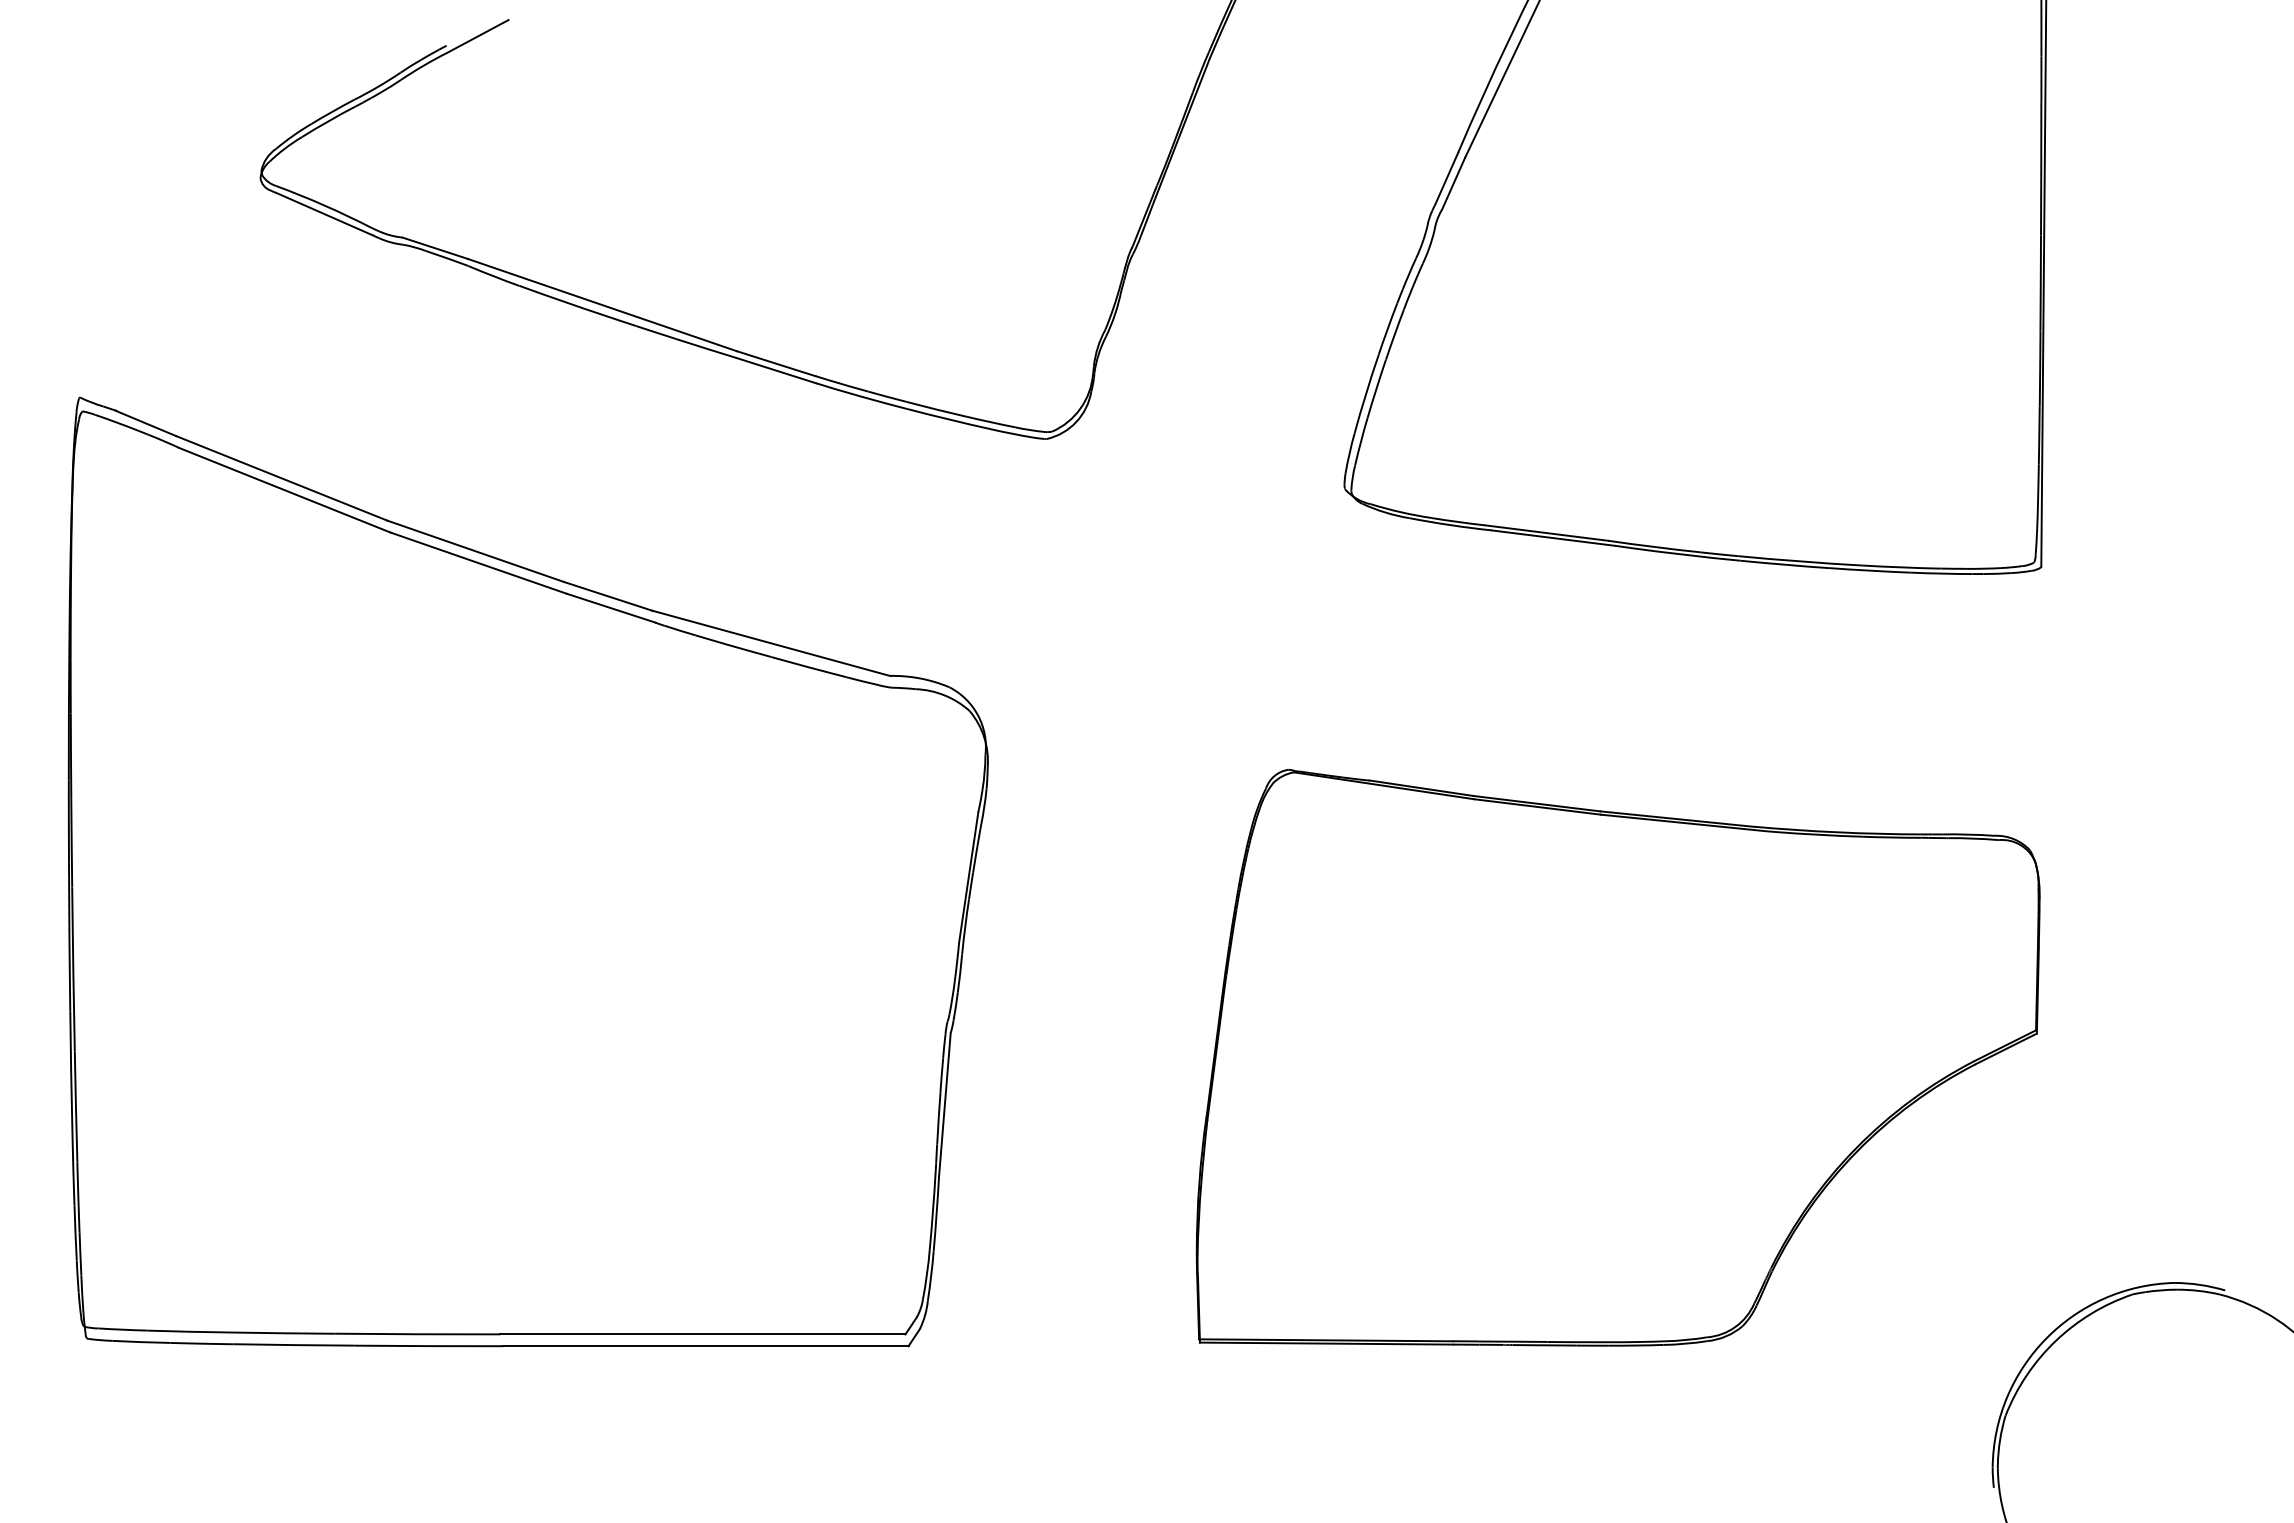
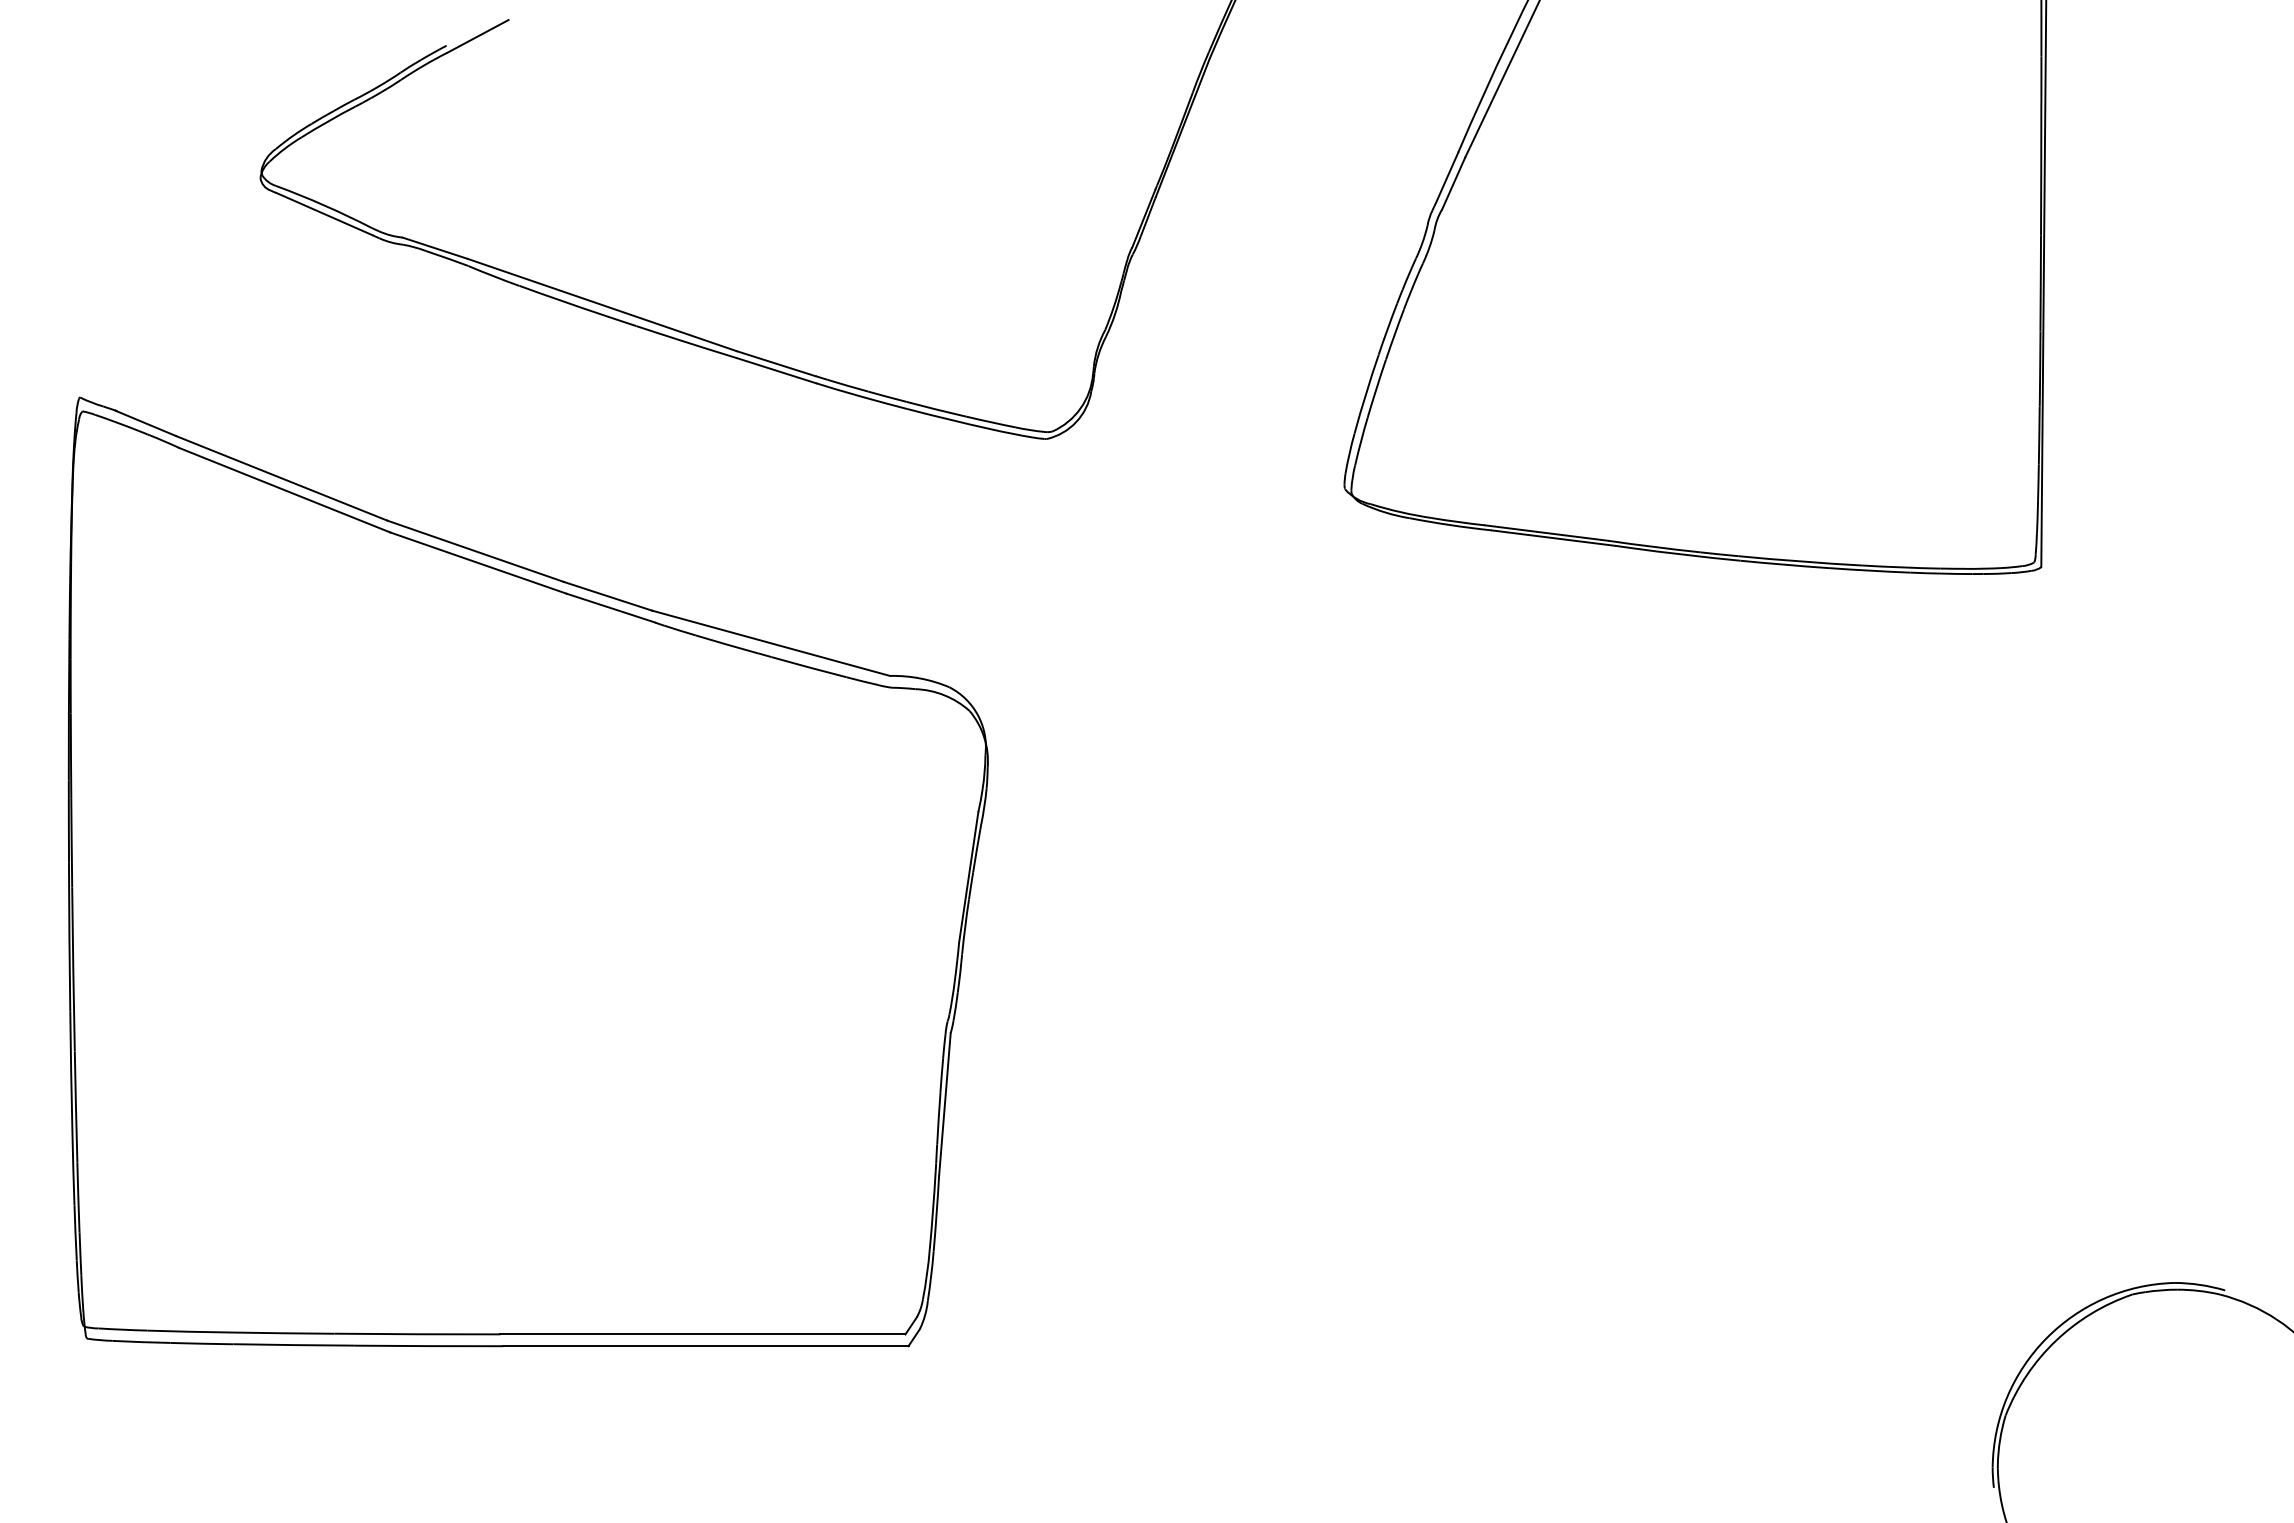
part at (1617, 1057): present -> none
